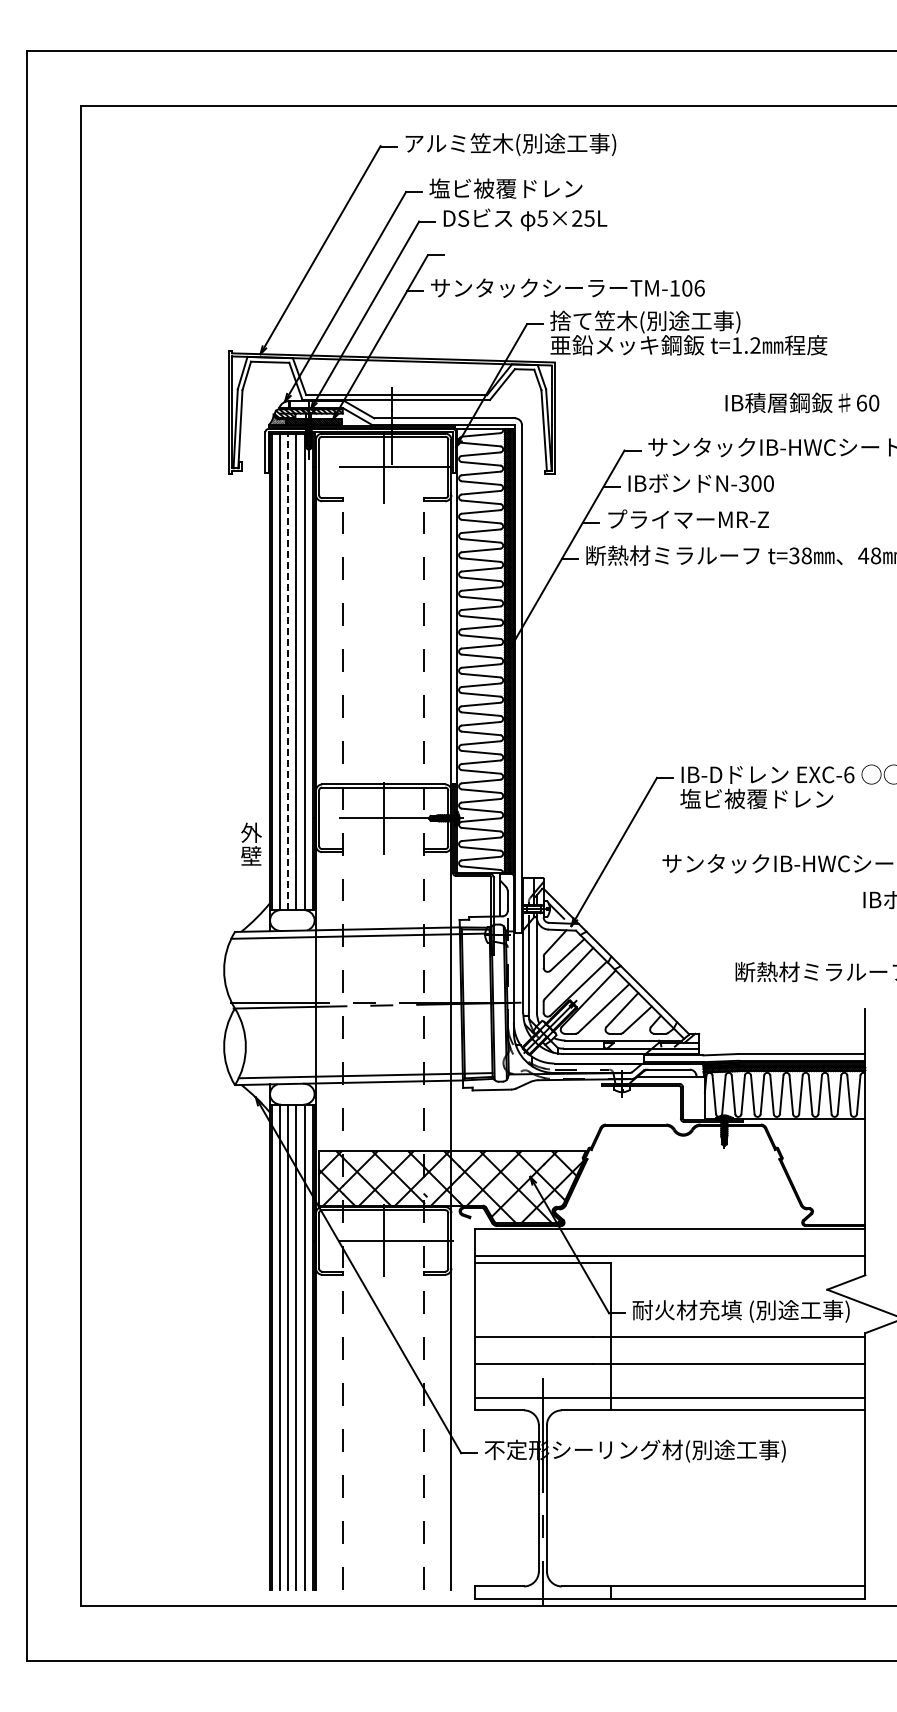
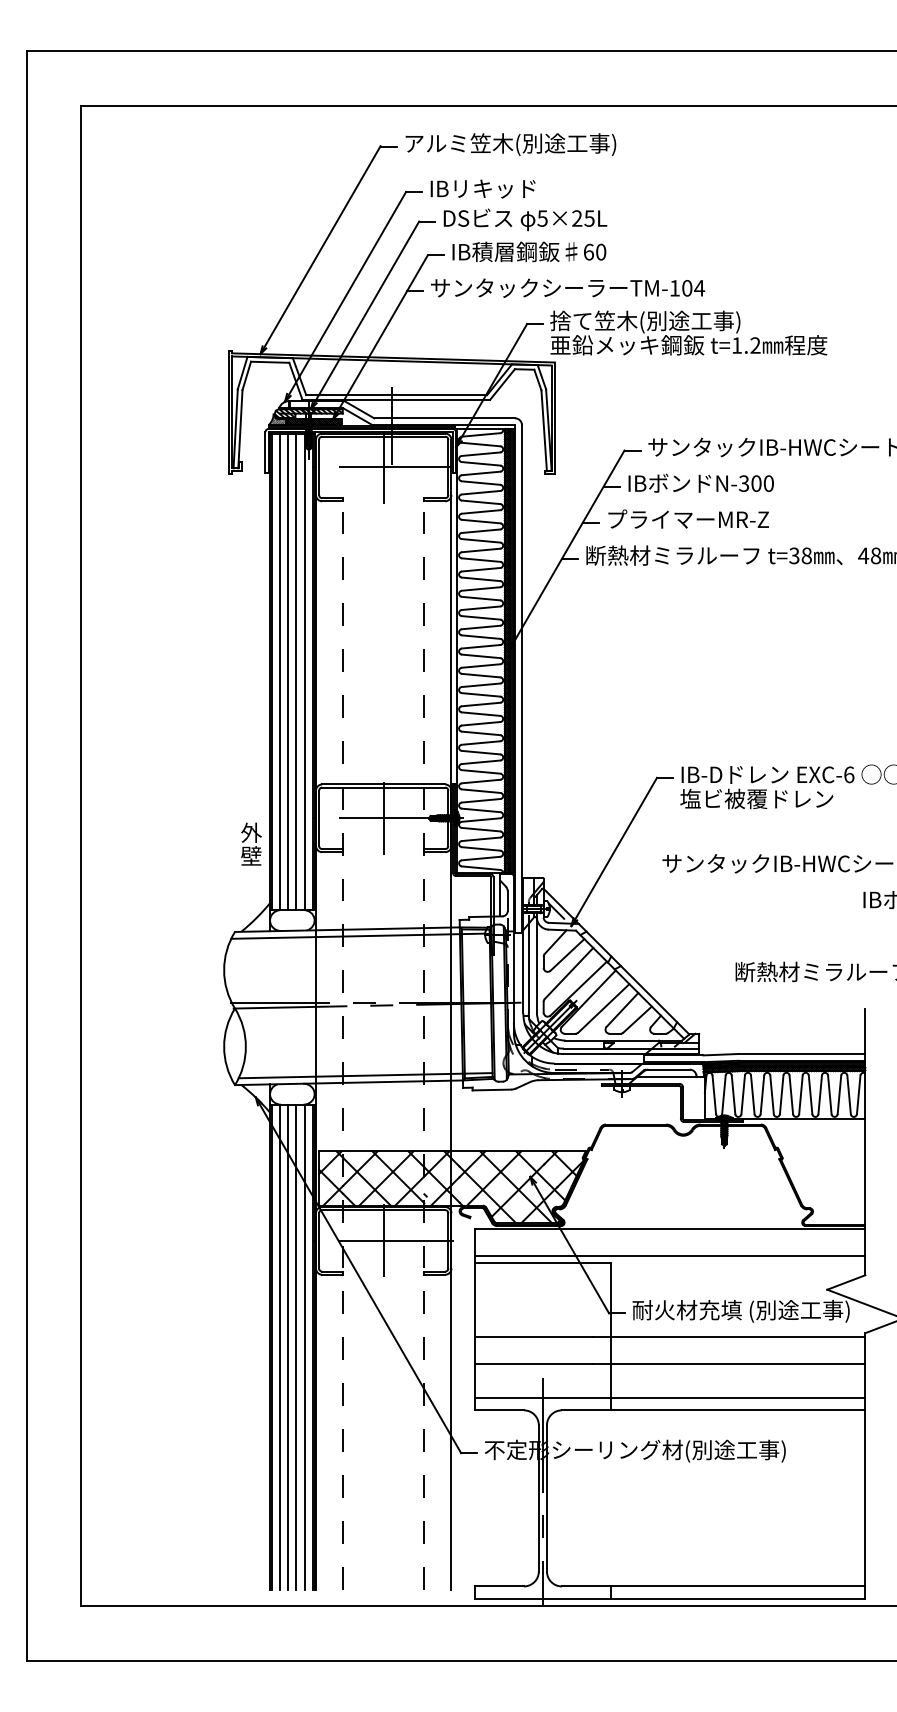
text at (505, 188): 塩ビ被覆ドレン -> IBリキッド
text at (699, 288): TM-106 -> TM-104
text at (802, 402) position: (802, 402) -> (529, 251)
line at (288, 671): dashed -> solid
